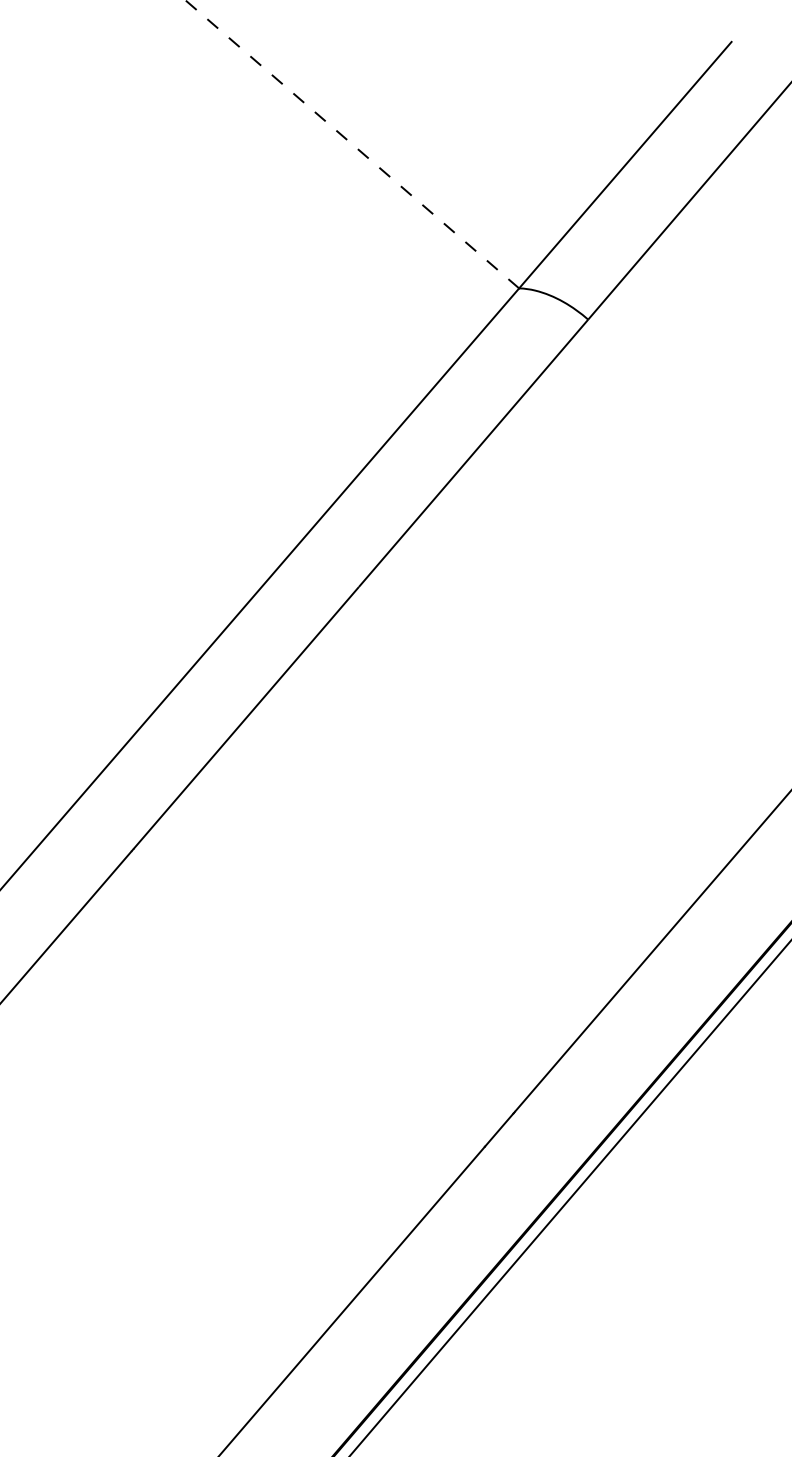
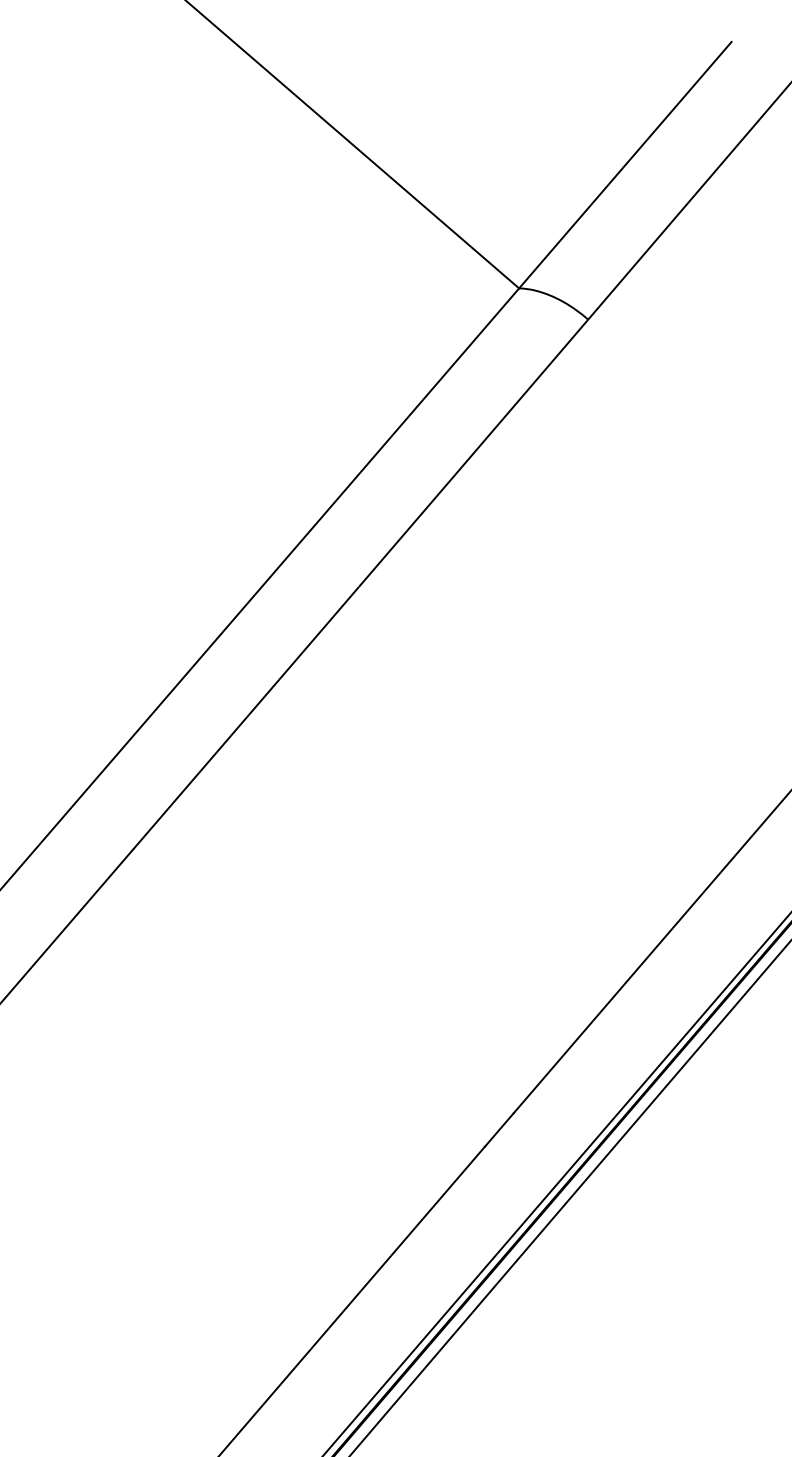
line at (351, 144): dashed -> solid
line at (556, 1184): none -> present
